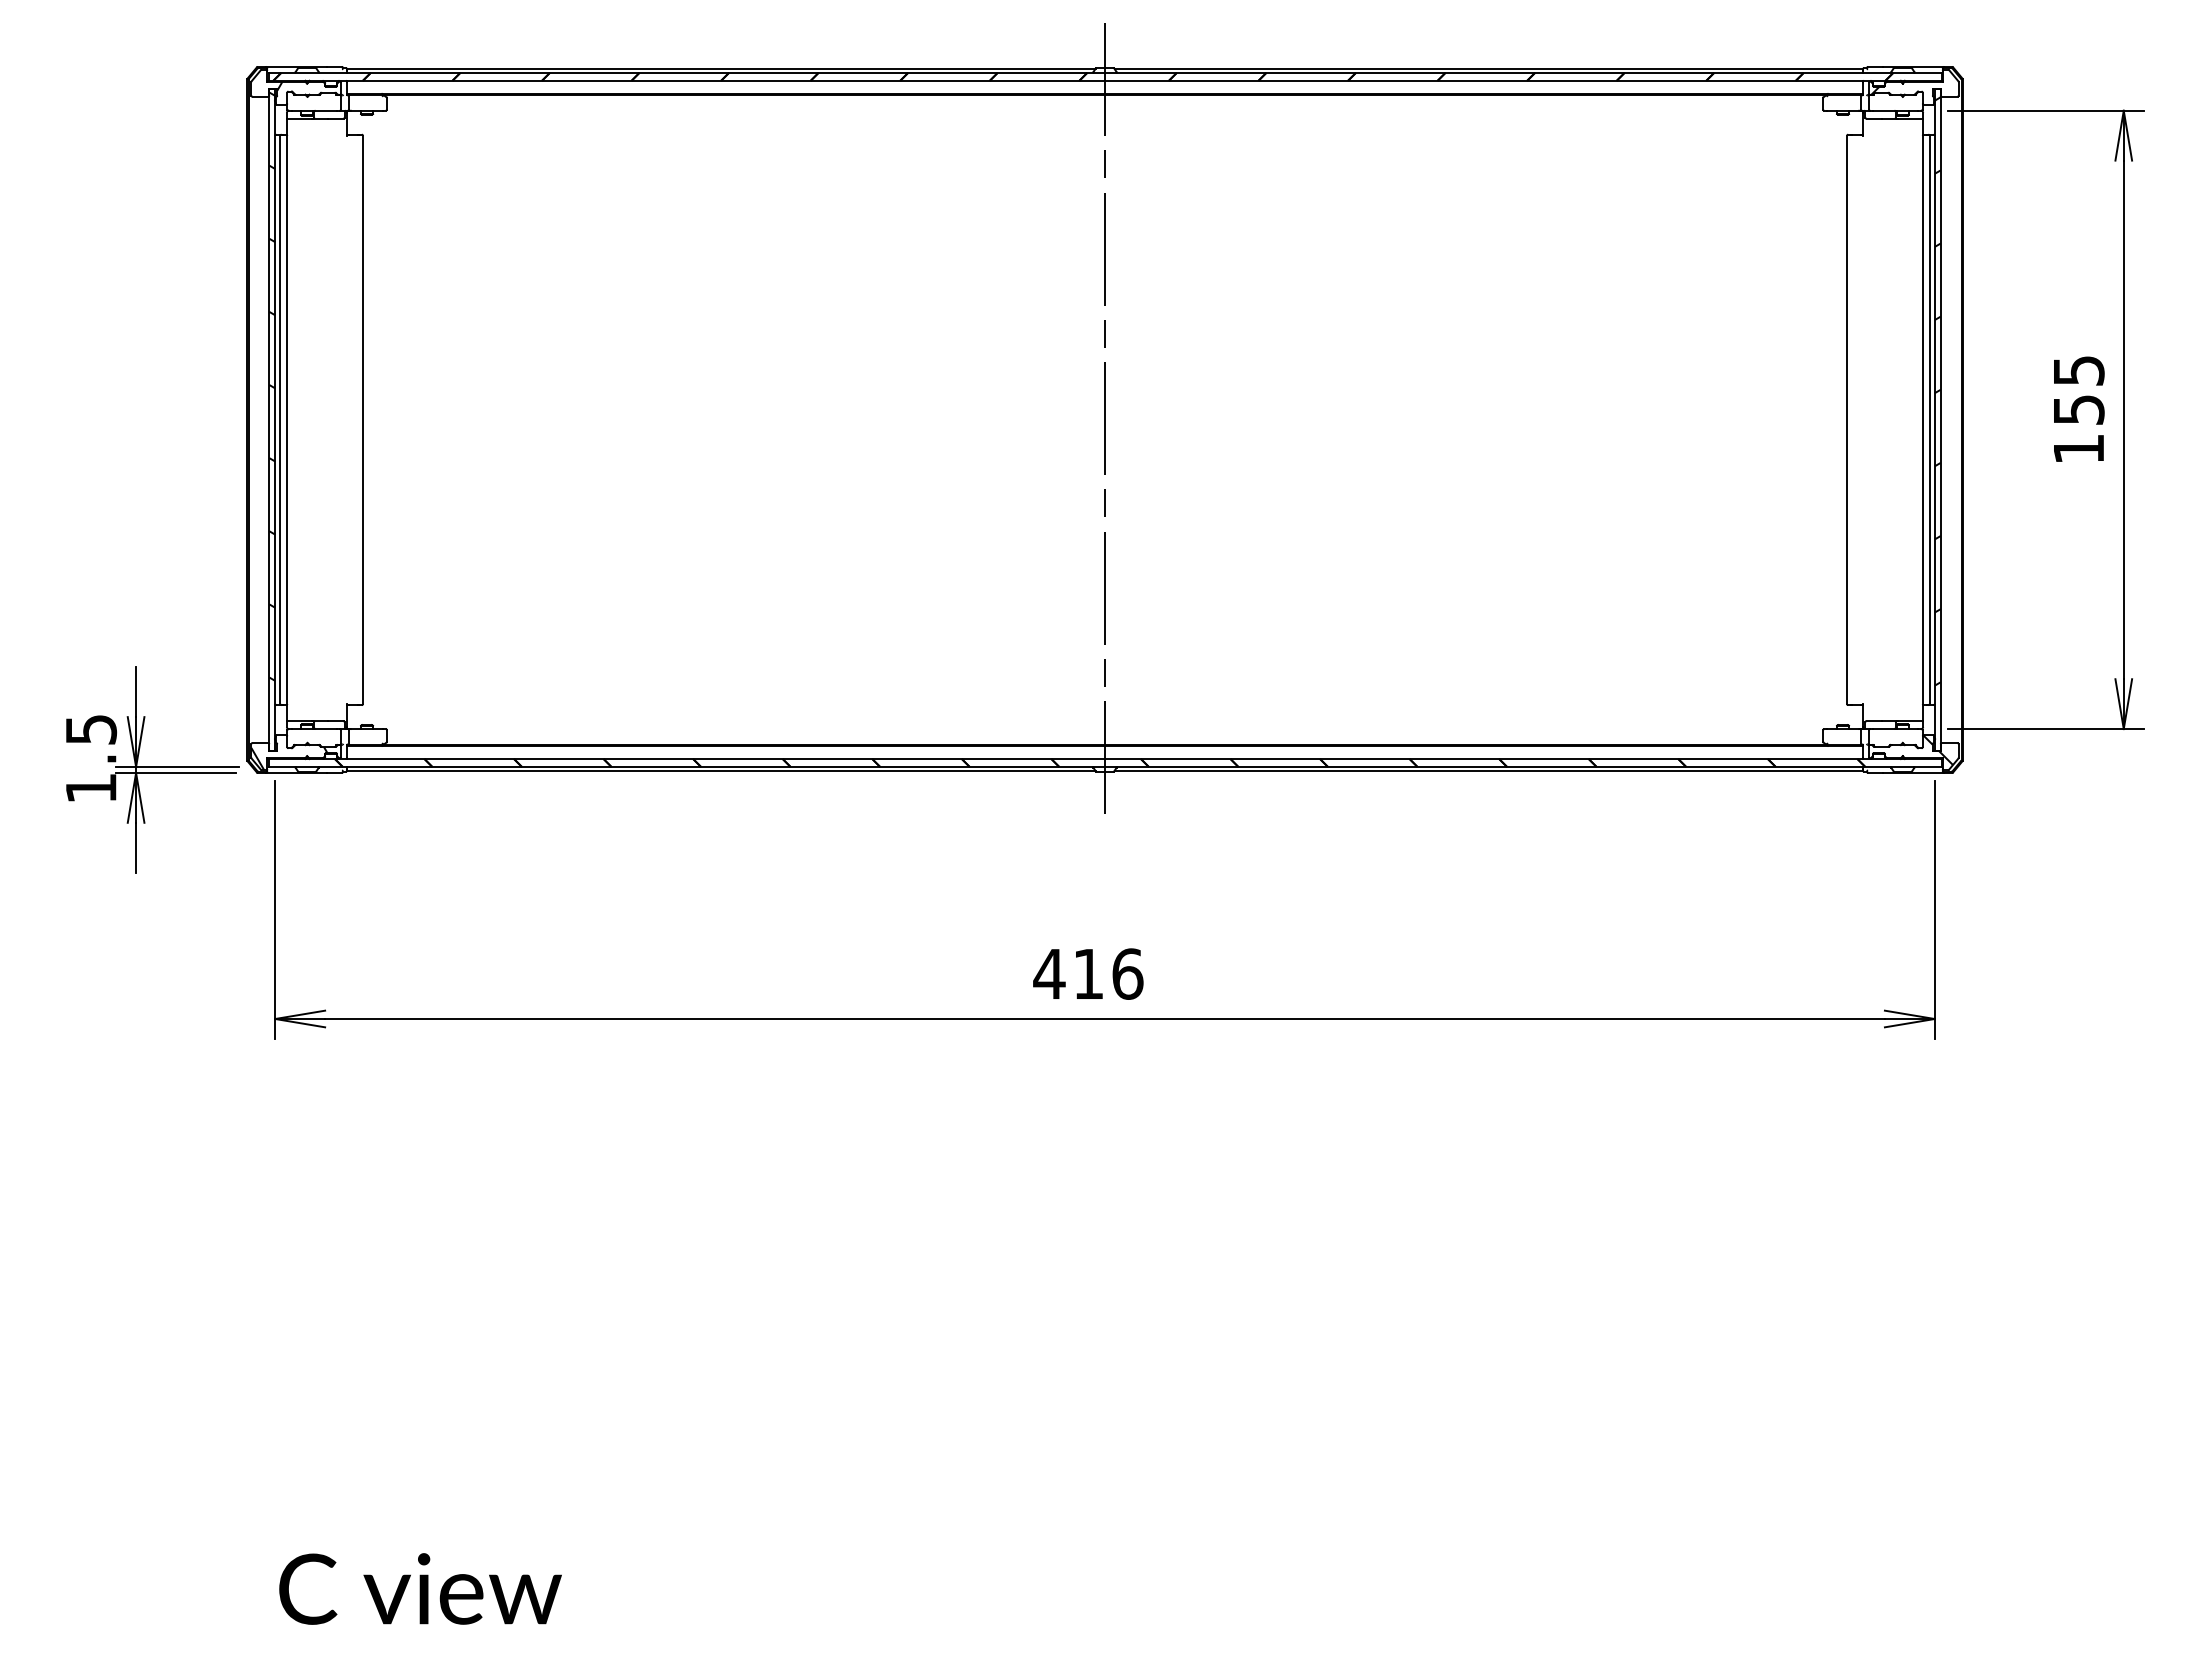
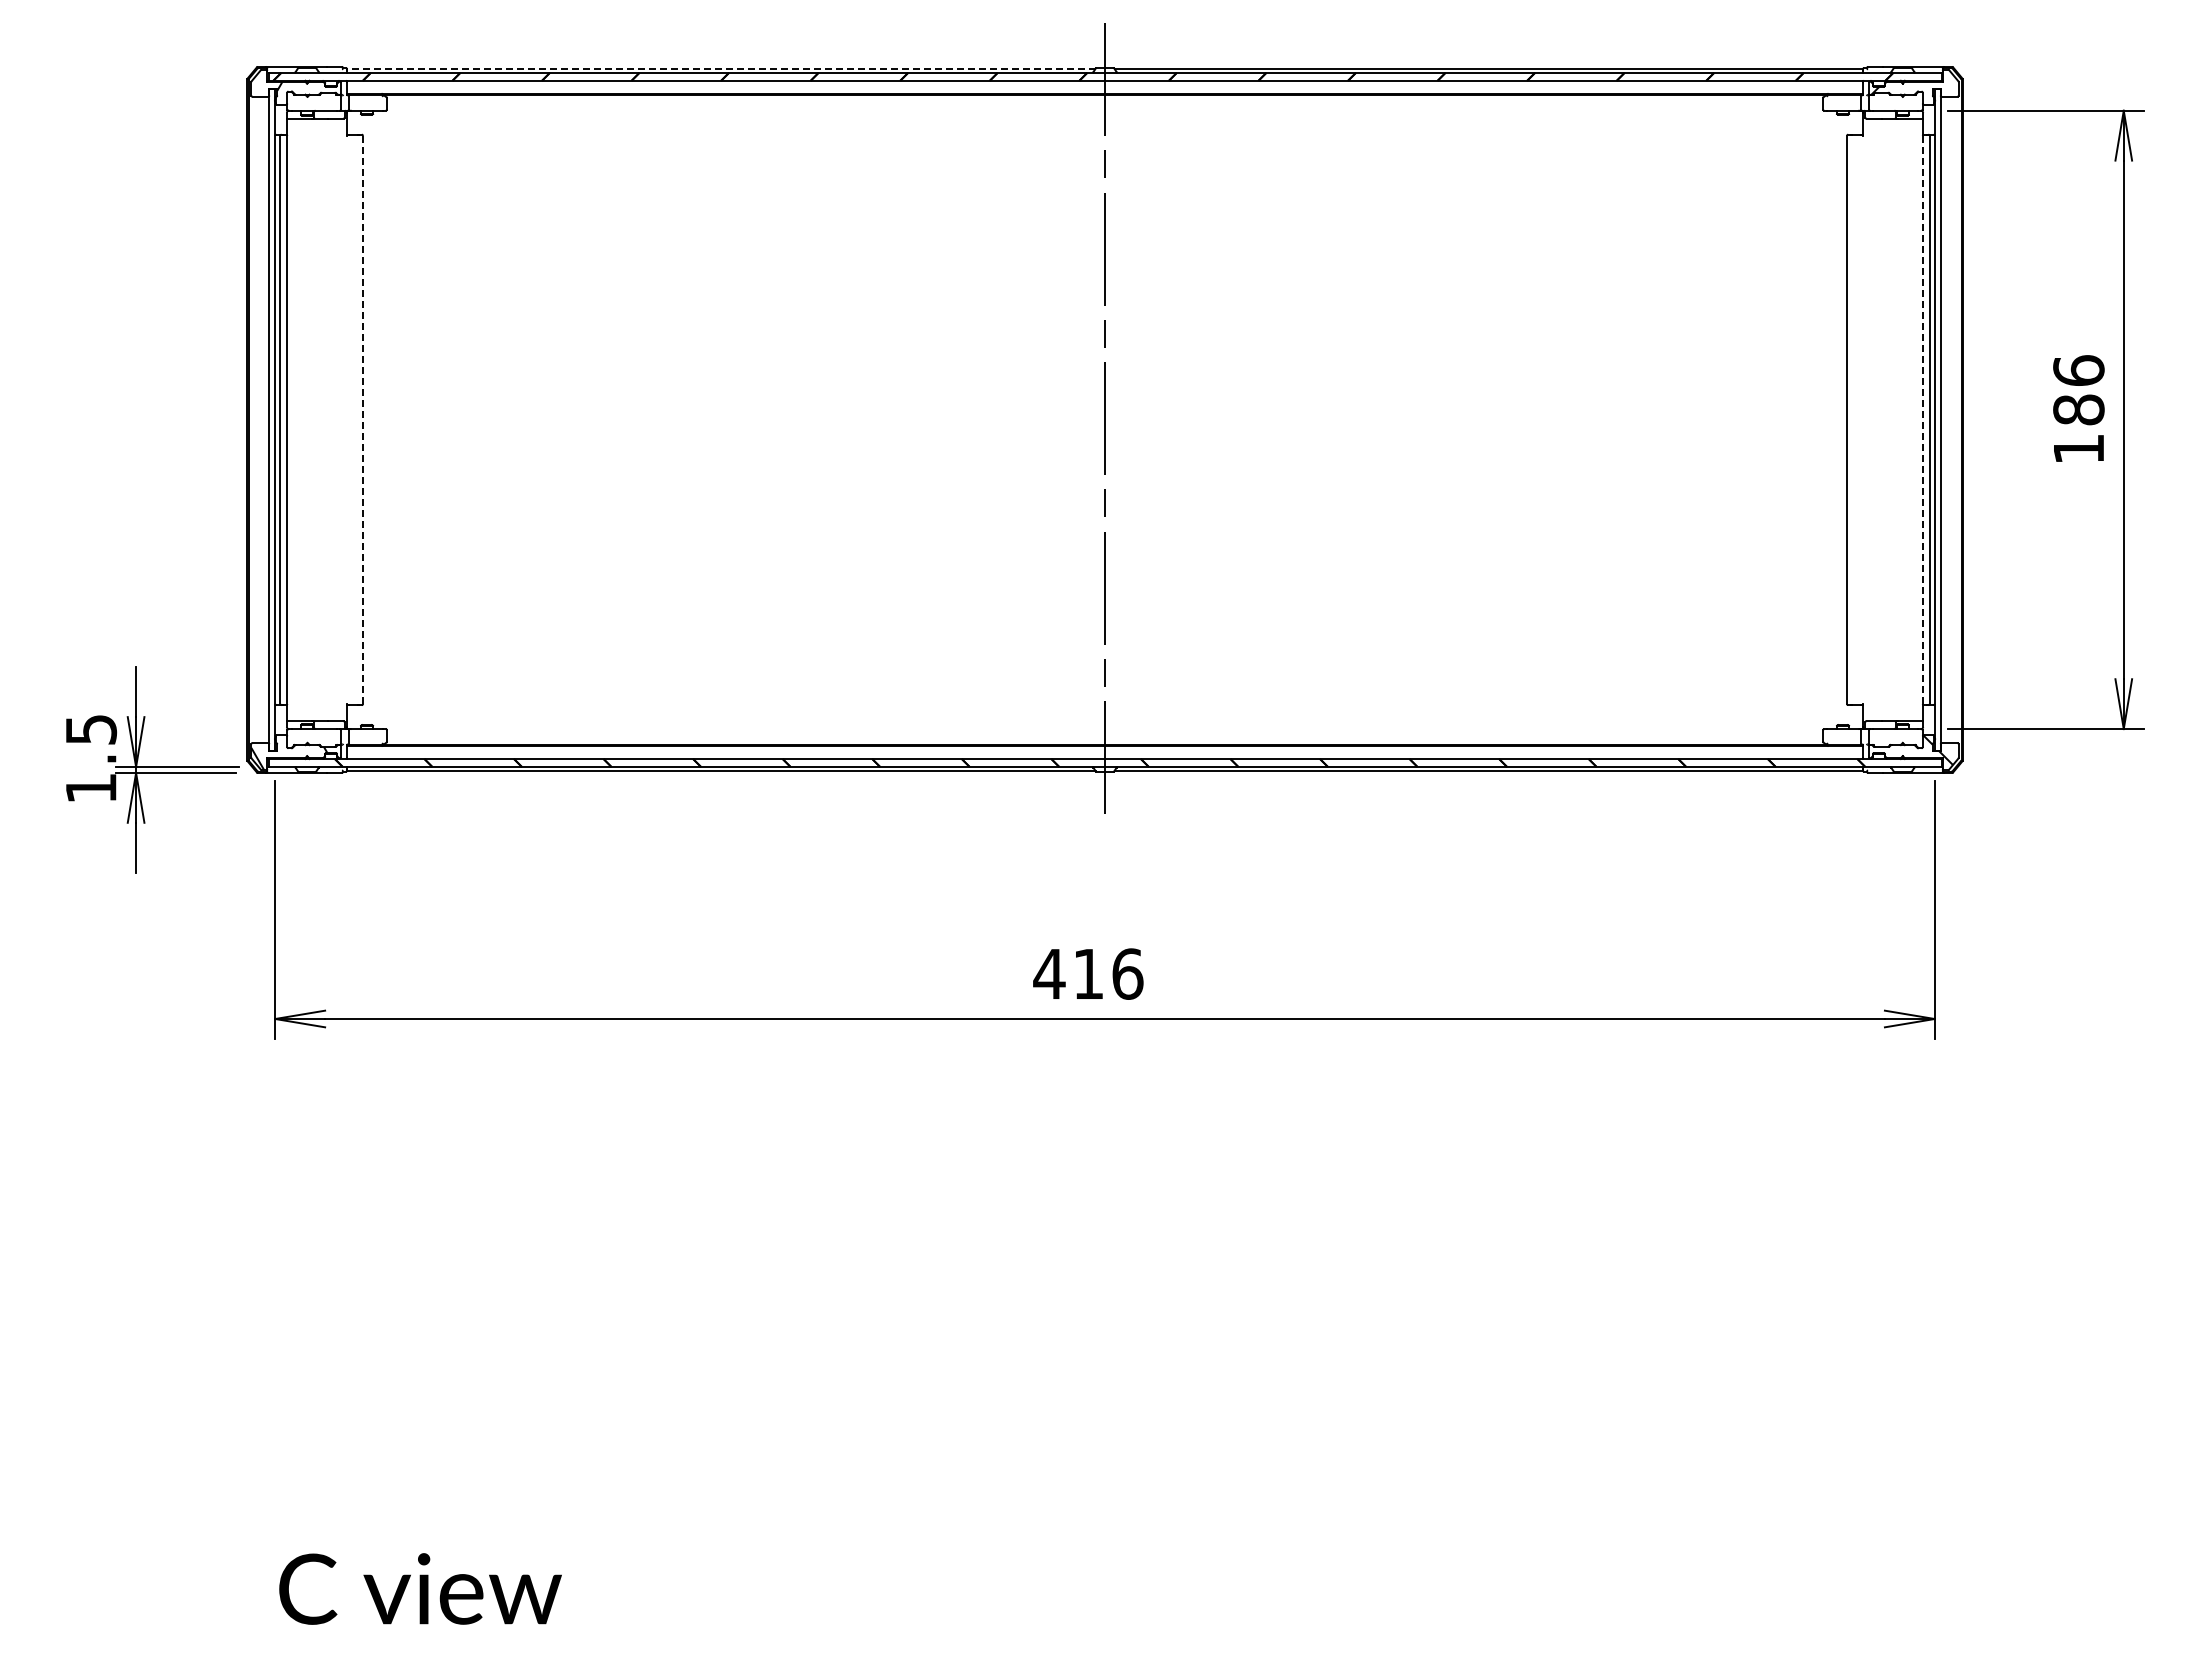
line at (720, 68): solid -> dashed
text at (2078, 390): 155 -> 186
hatch at (1937, 391): present -> none
line at (363, 419): solid -> dashed
line at (1922, 420): solid -> dashed
hatch at (272, 421): present -> none
